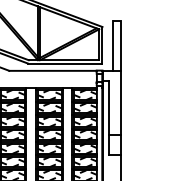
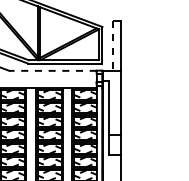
line at (112, 46): solid -> dashed
line at (53, 70): solid -> dashed
